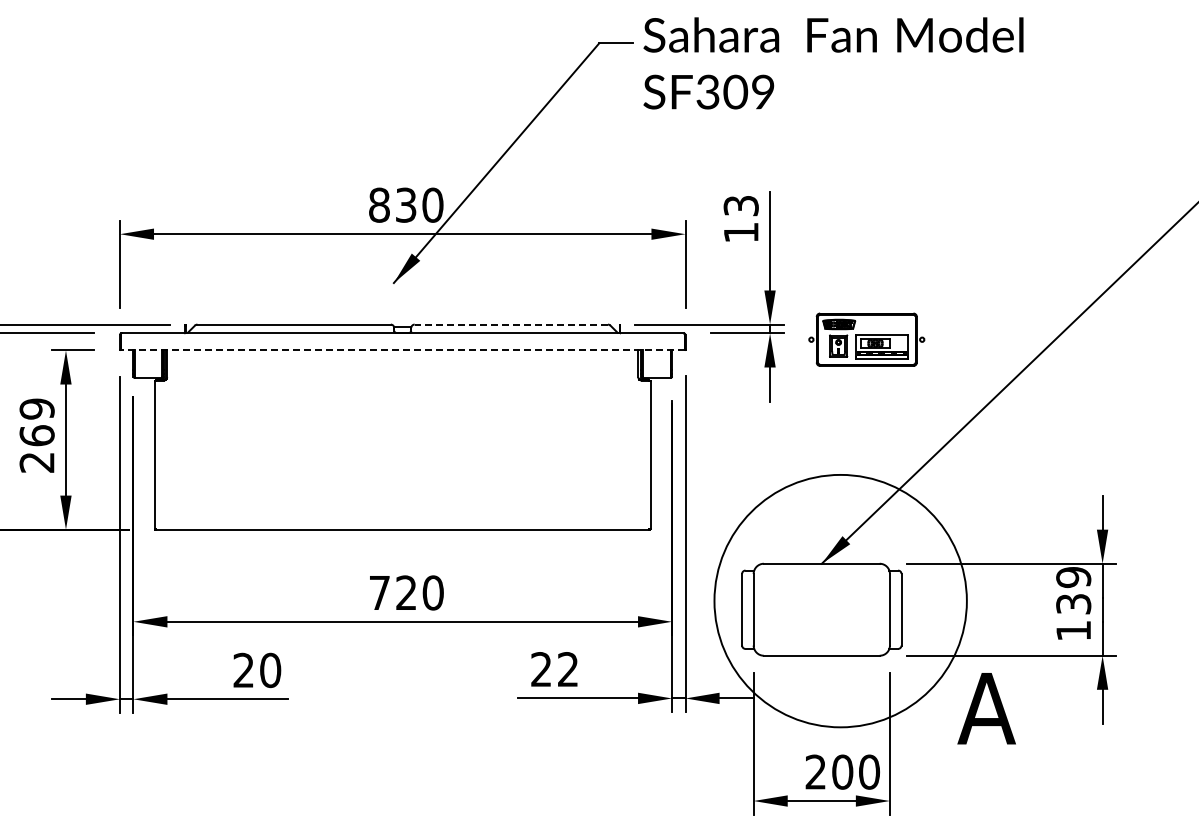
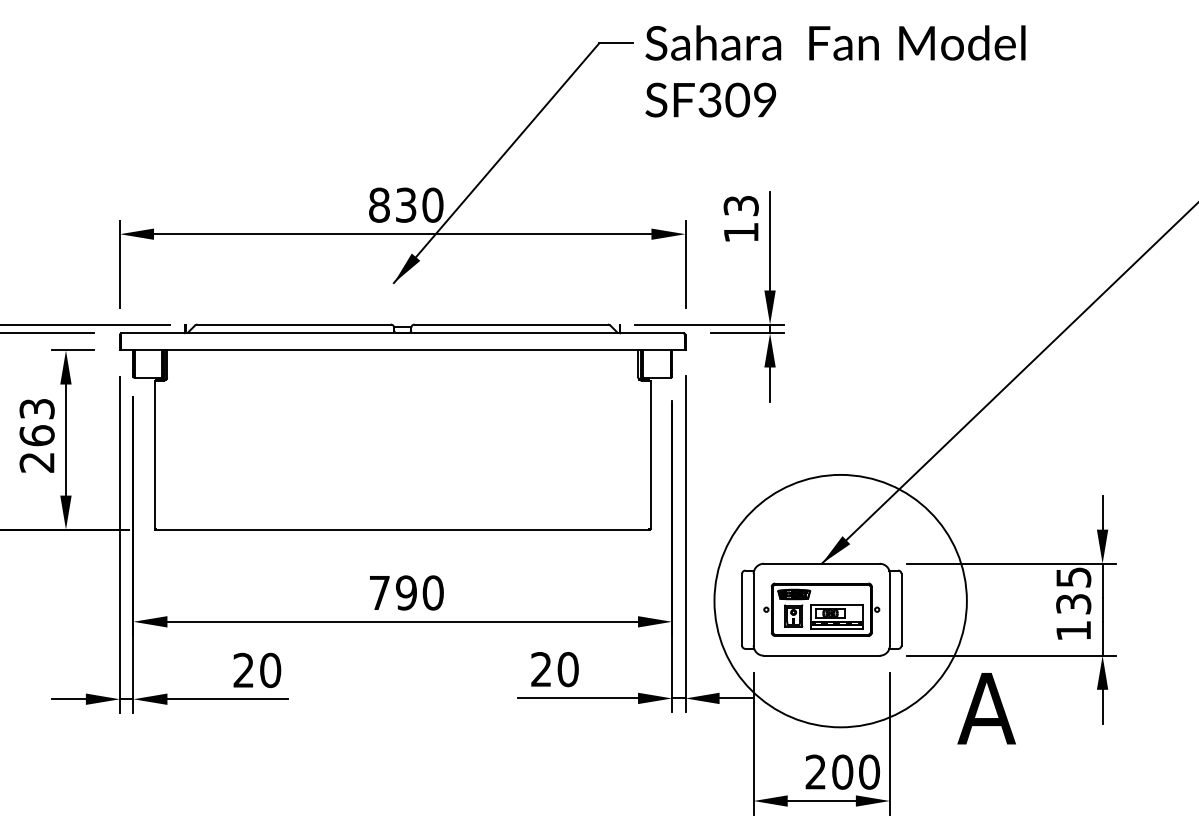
text at (833, 63) position: (833, 63) -> (835, 71)
line at (511, 324): dashed -> solid
part at (866, 339) position: (866, 339) -> (821, 609)
line at (402, 350): dashed -> solid
text at (36, 408): 269 -> 263
text at (1073, 577): 139 -> 135
text at (406, 592): 720 -> 790
text at (567, 669): 22 -> 20
